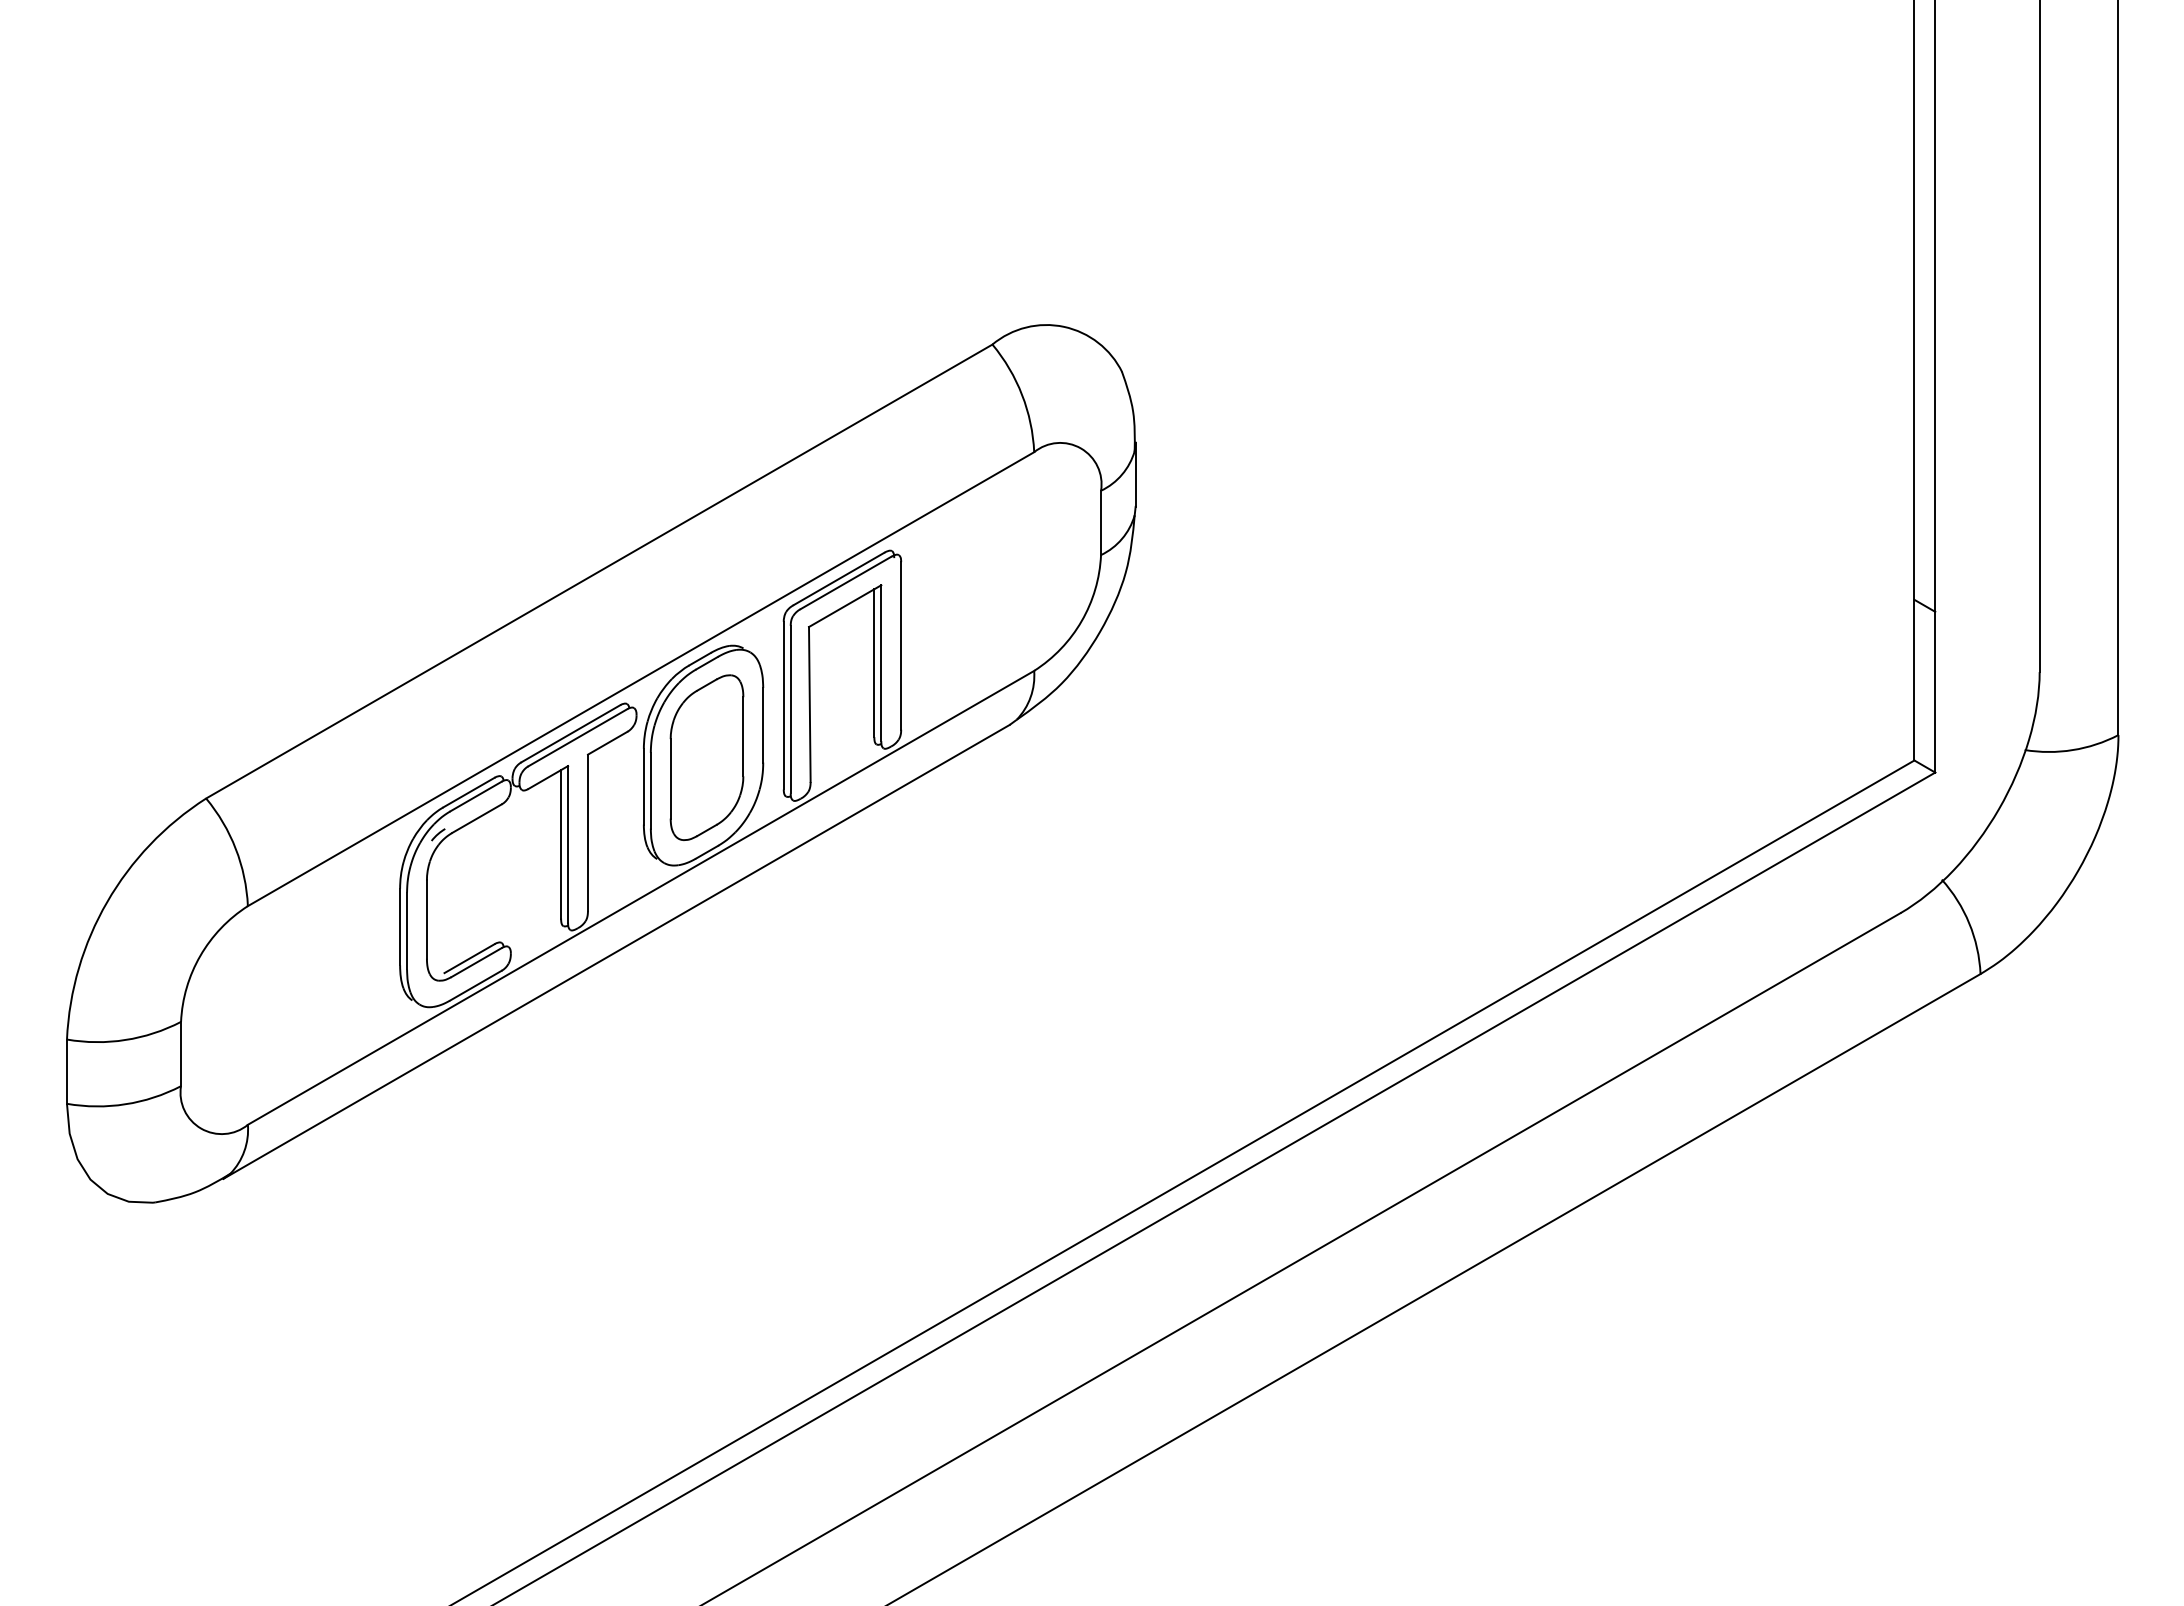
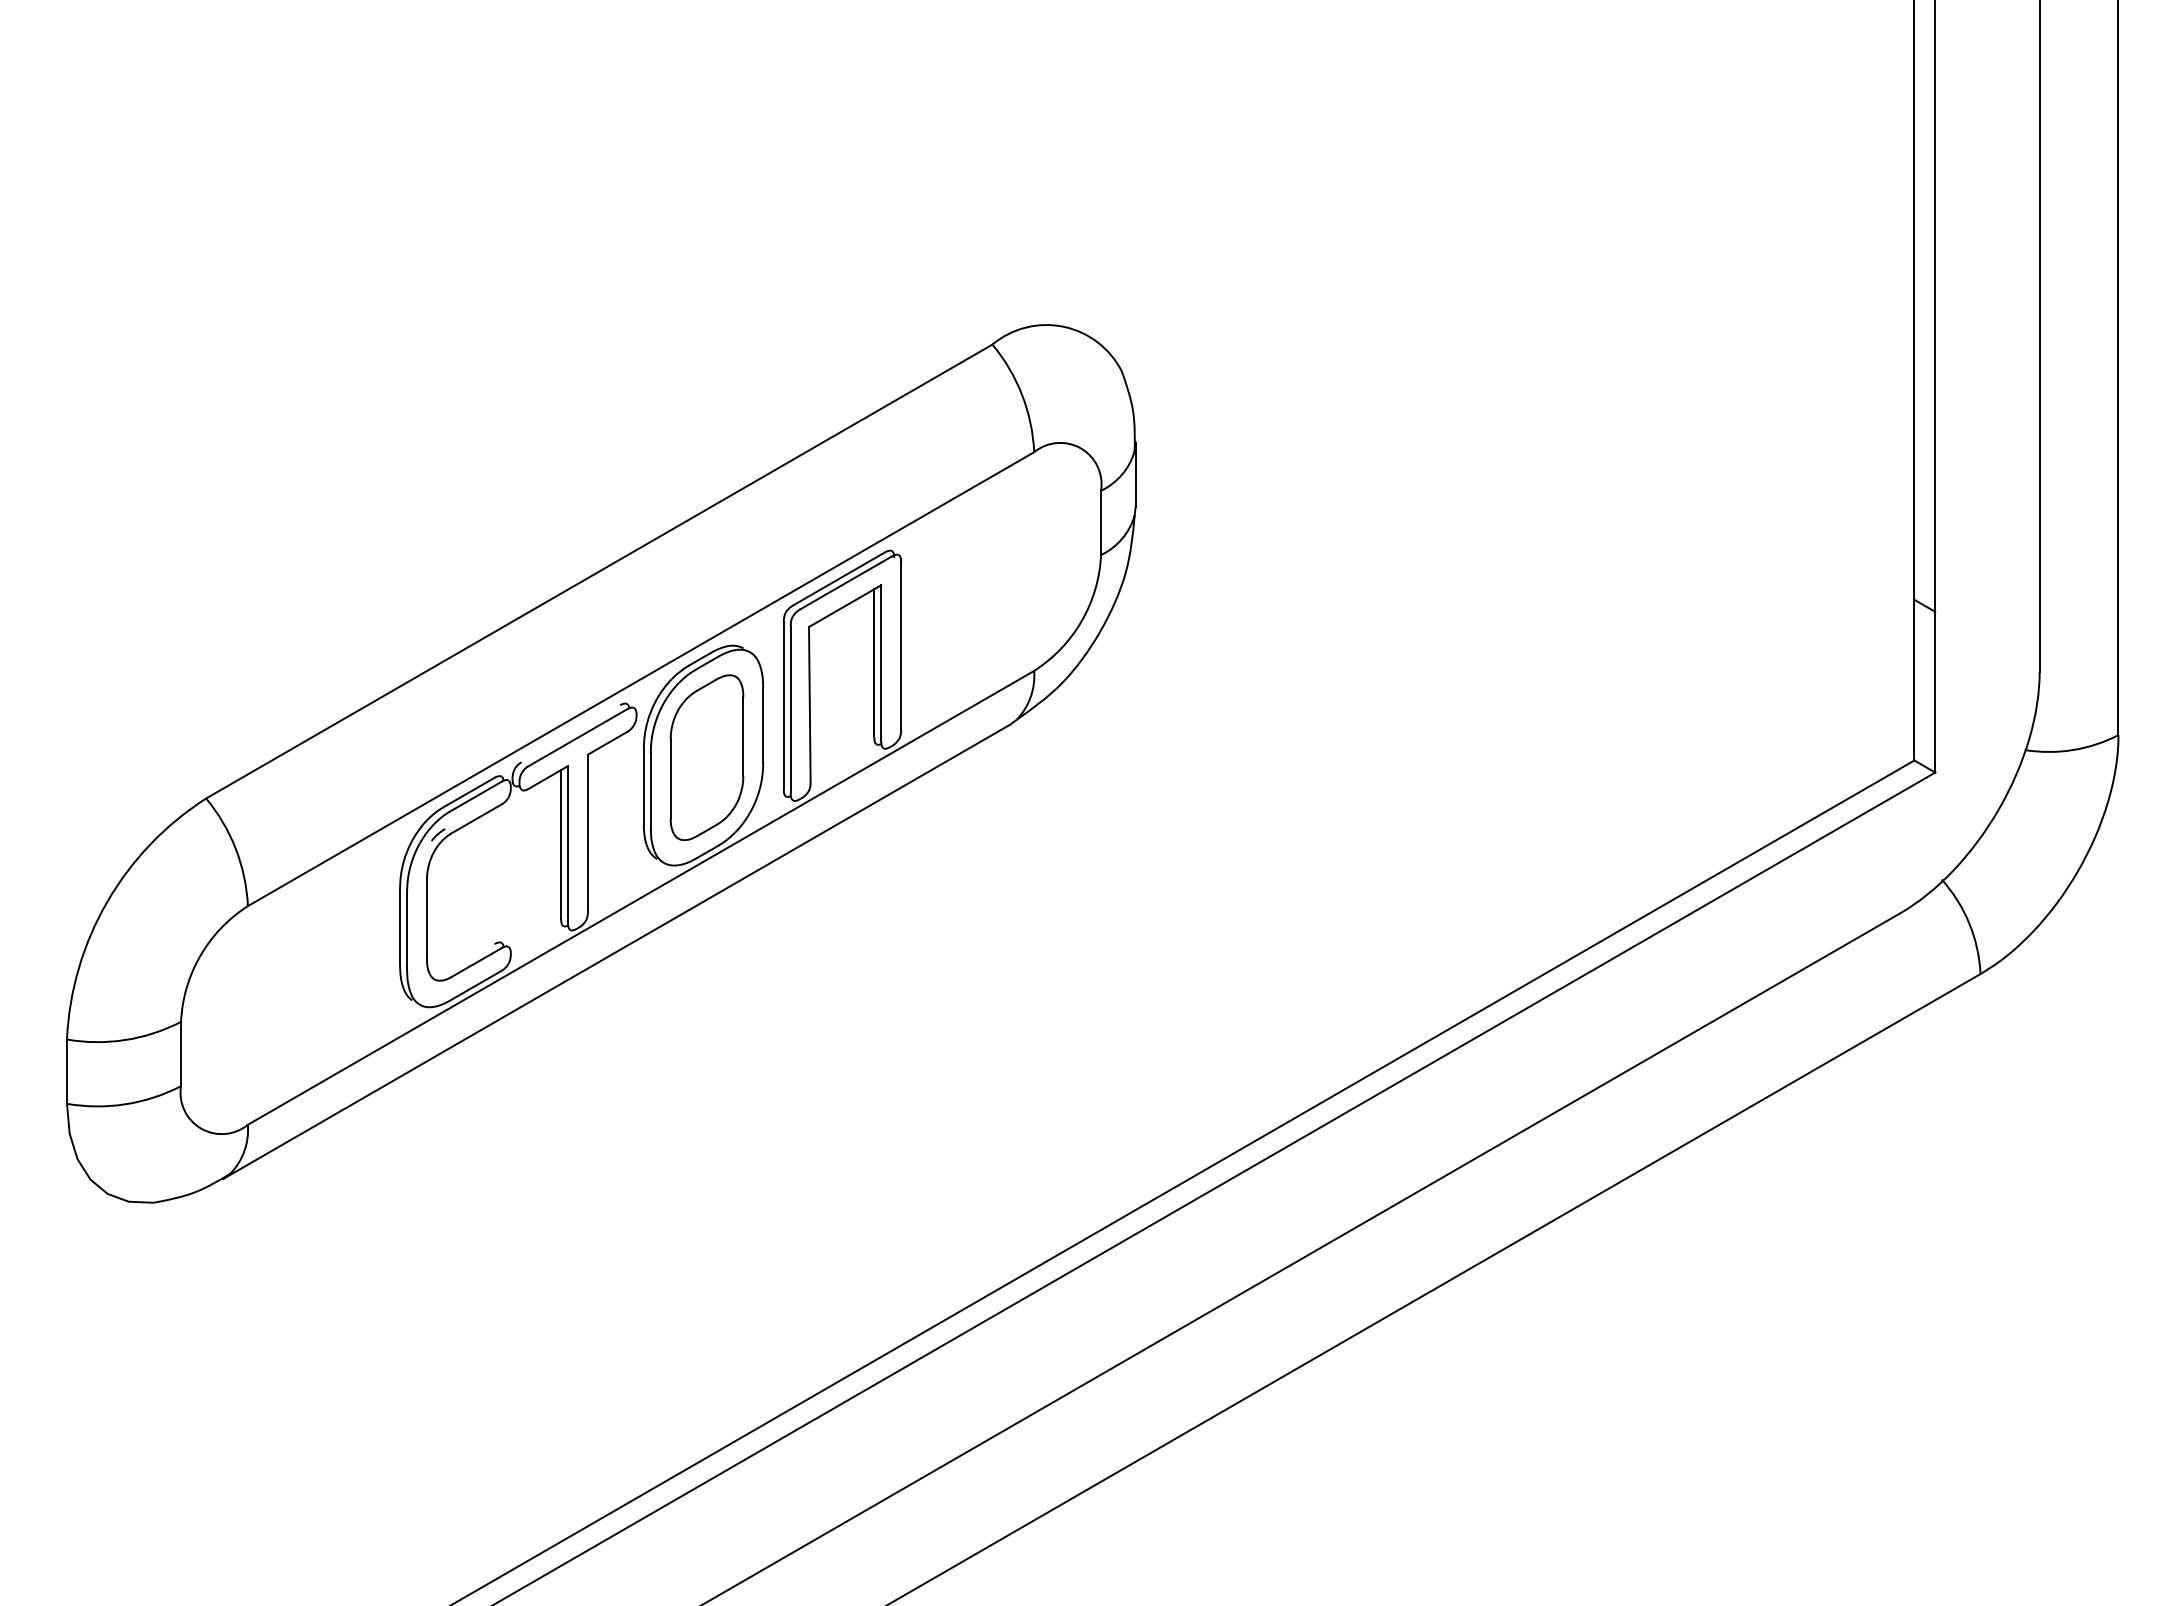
line at (570, 733): present -> none
line at (469, 958): present -> none
